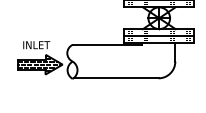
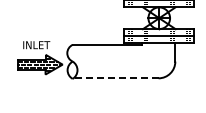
line at (116, 78): solid -> dashed
